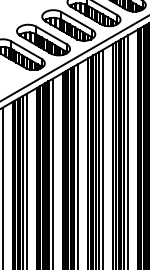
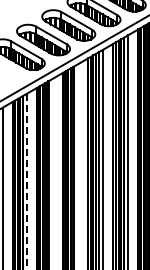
line at (77, 165): present -> none
line at (52, 172): present -> none
line at (27, 181): solid -> dashed
